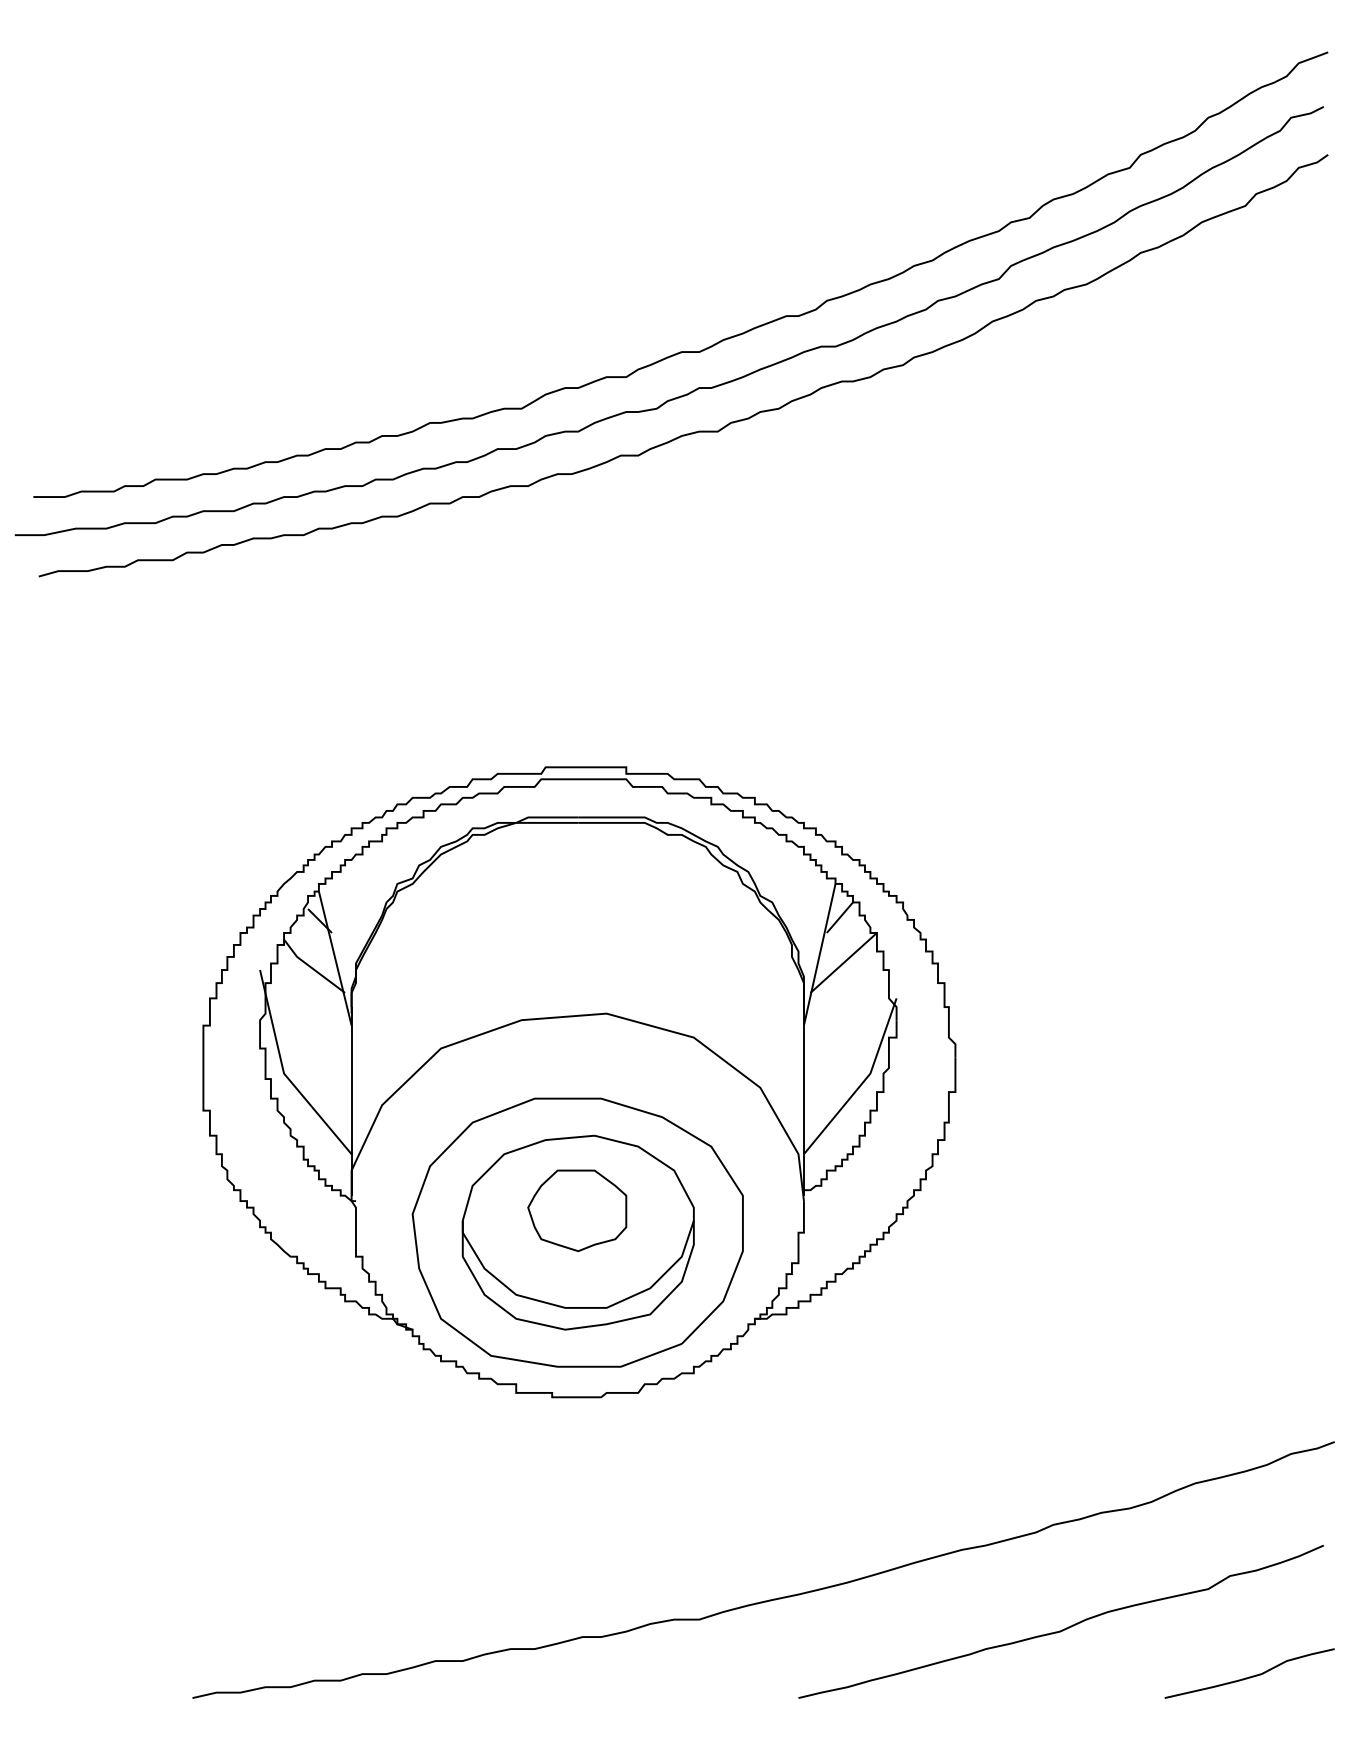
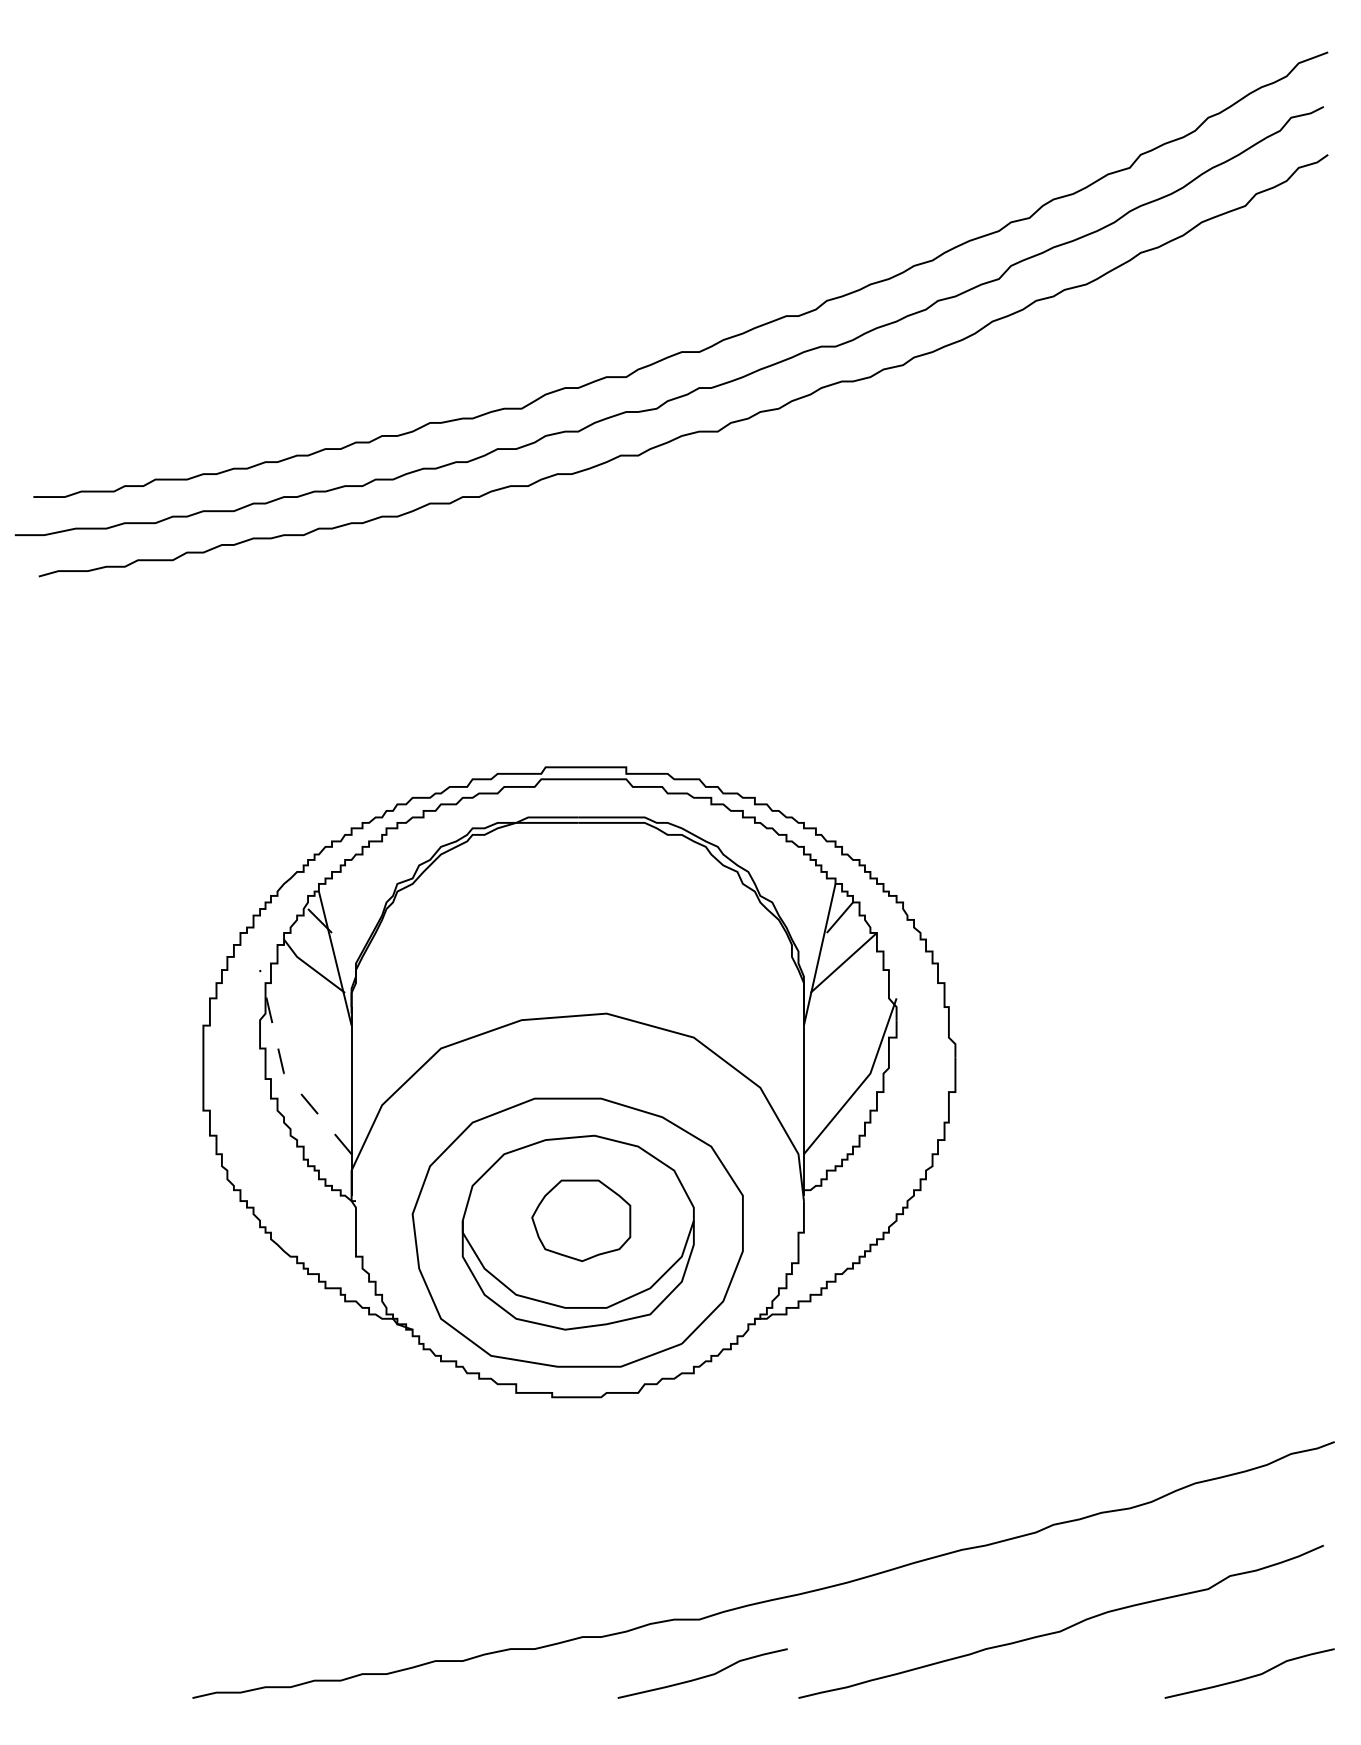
line at (284, 1073): solid -> dashed
part at (577, 1210) position: (577, 1210) -> (581, 1220)
curve at (702, 1676): none -> present
